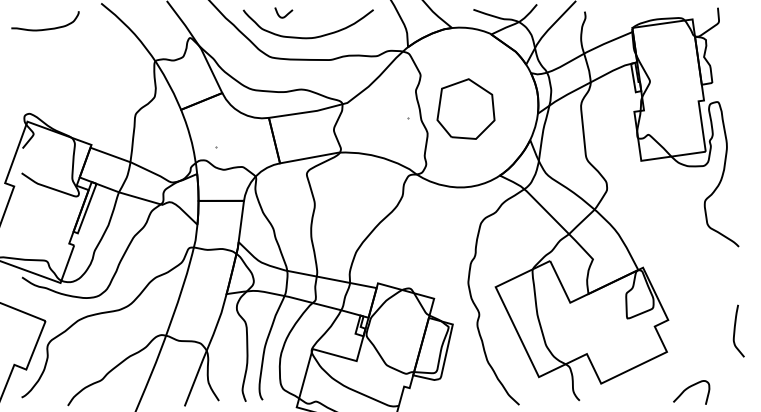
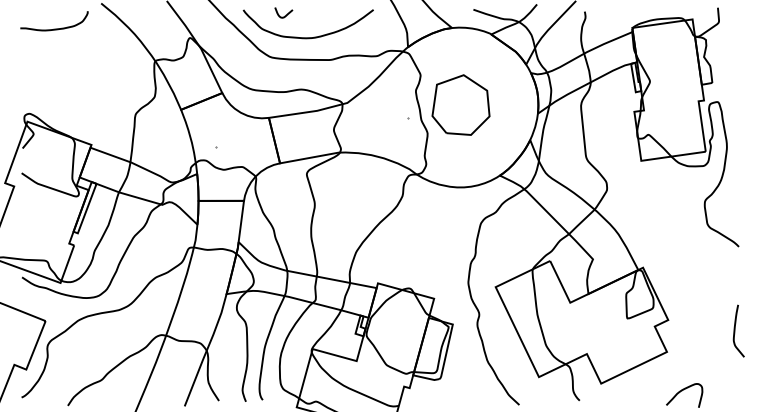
curve at (45, 28) position: (45, 28) -> (54, 28)
part at (465, 108) position: (465, 108) -> (460, 104)
curve at (689, 388) position: (689, 388) -> (682, 391)
